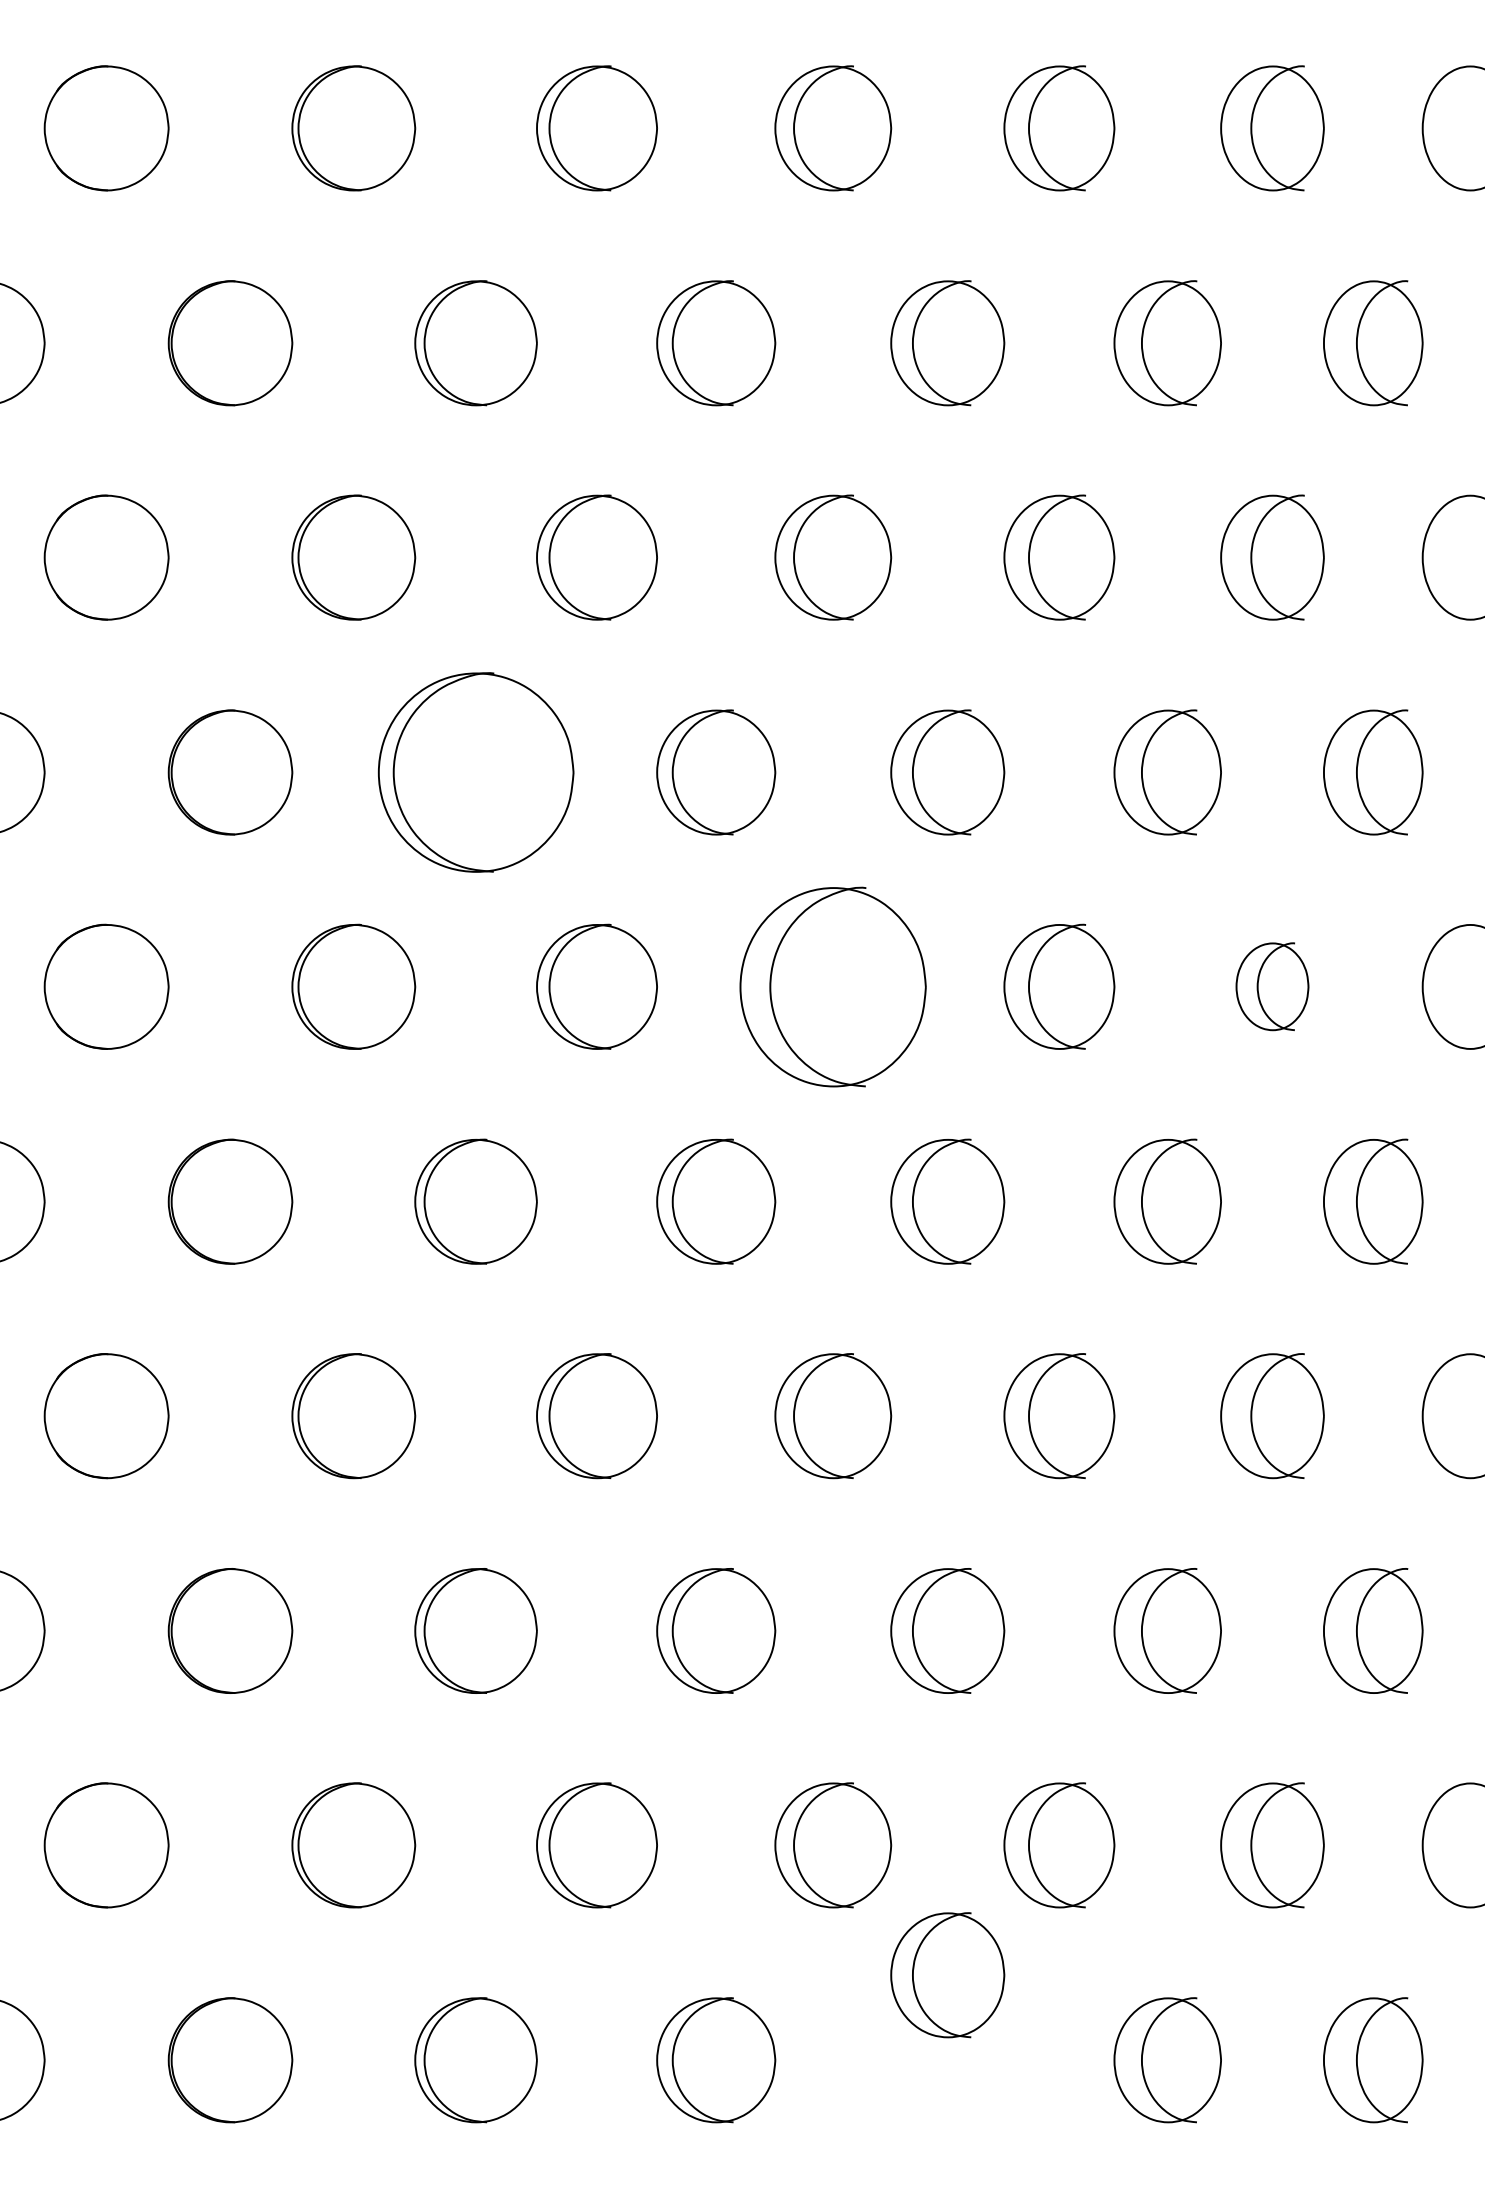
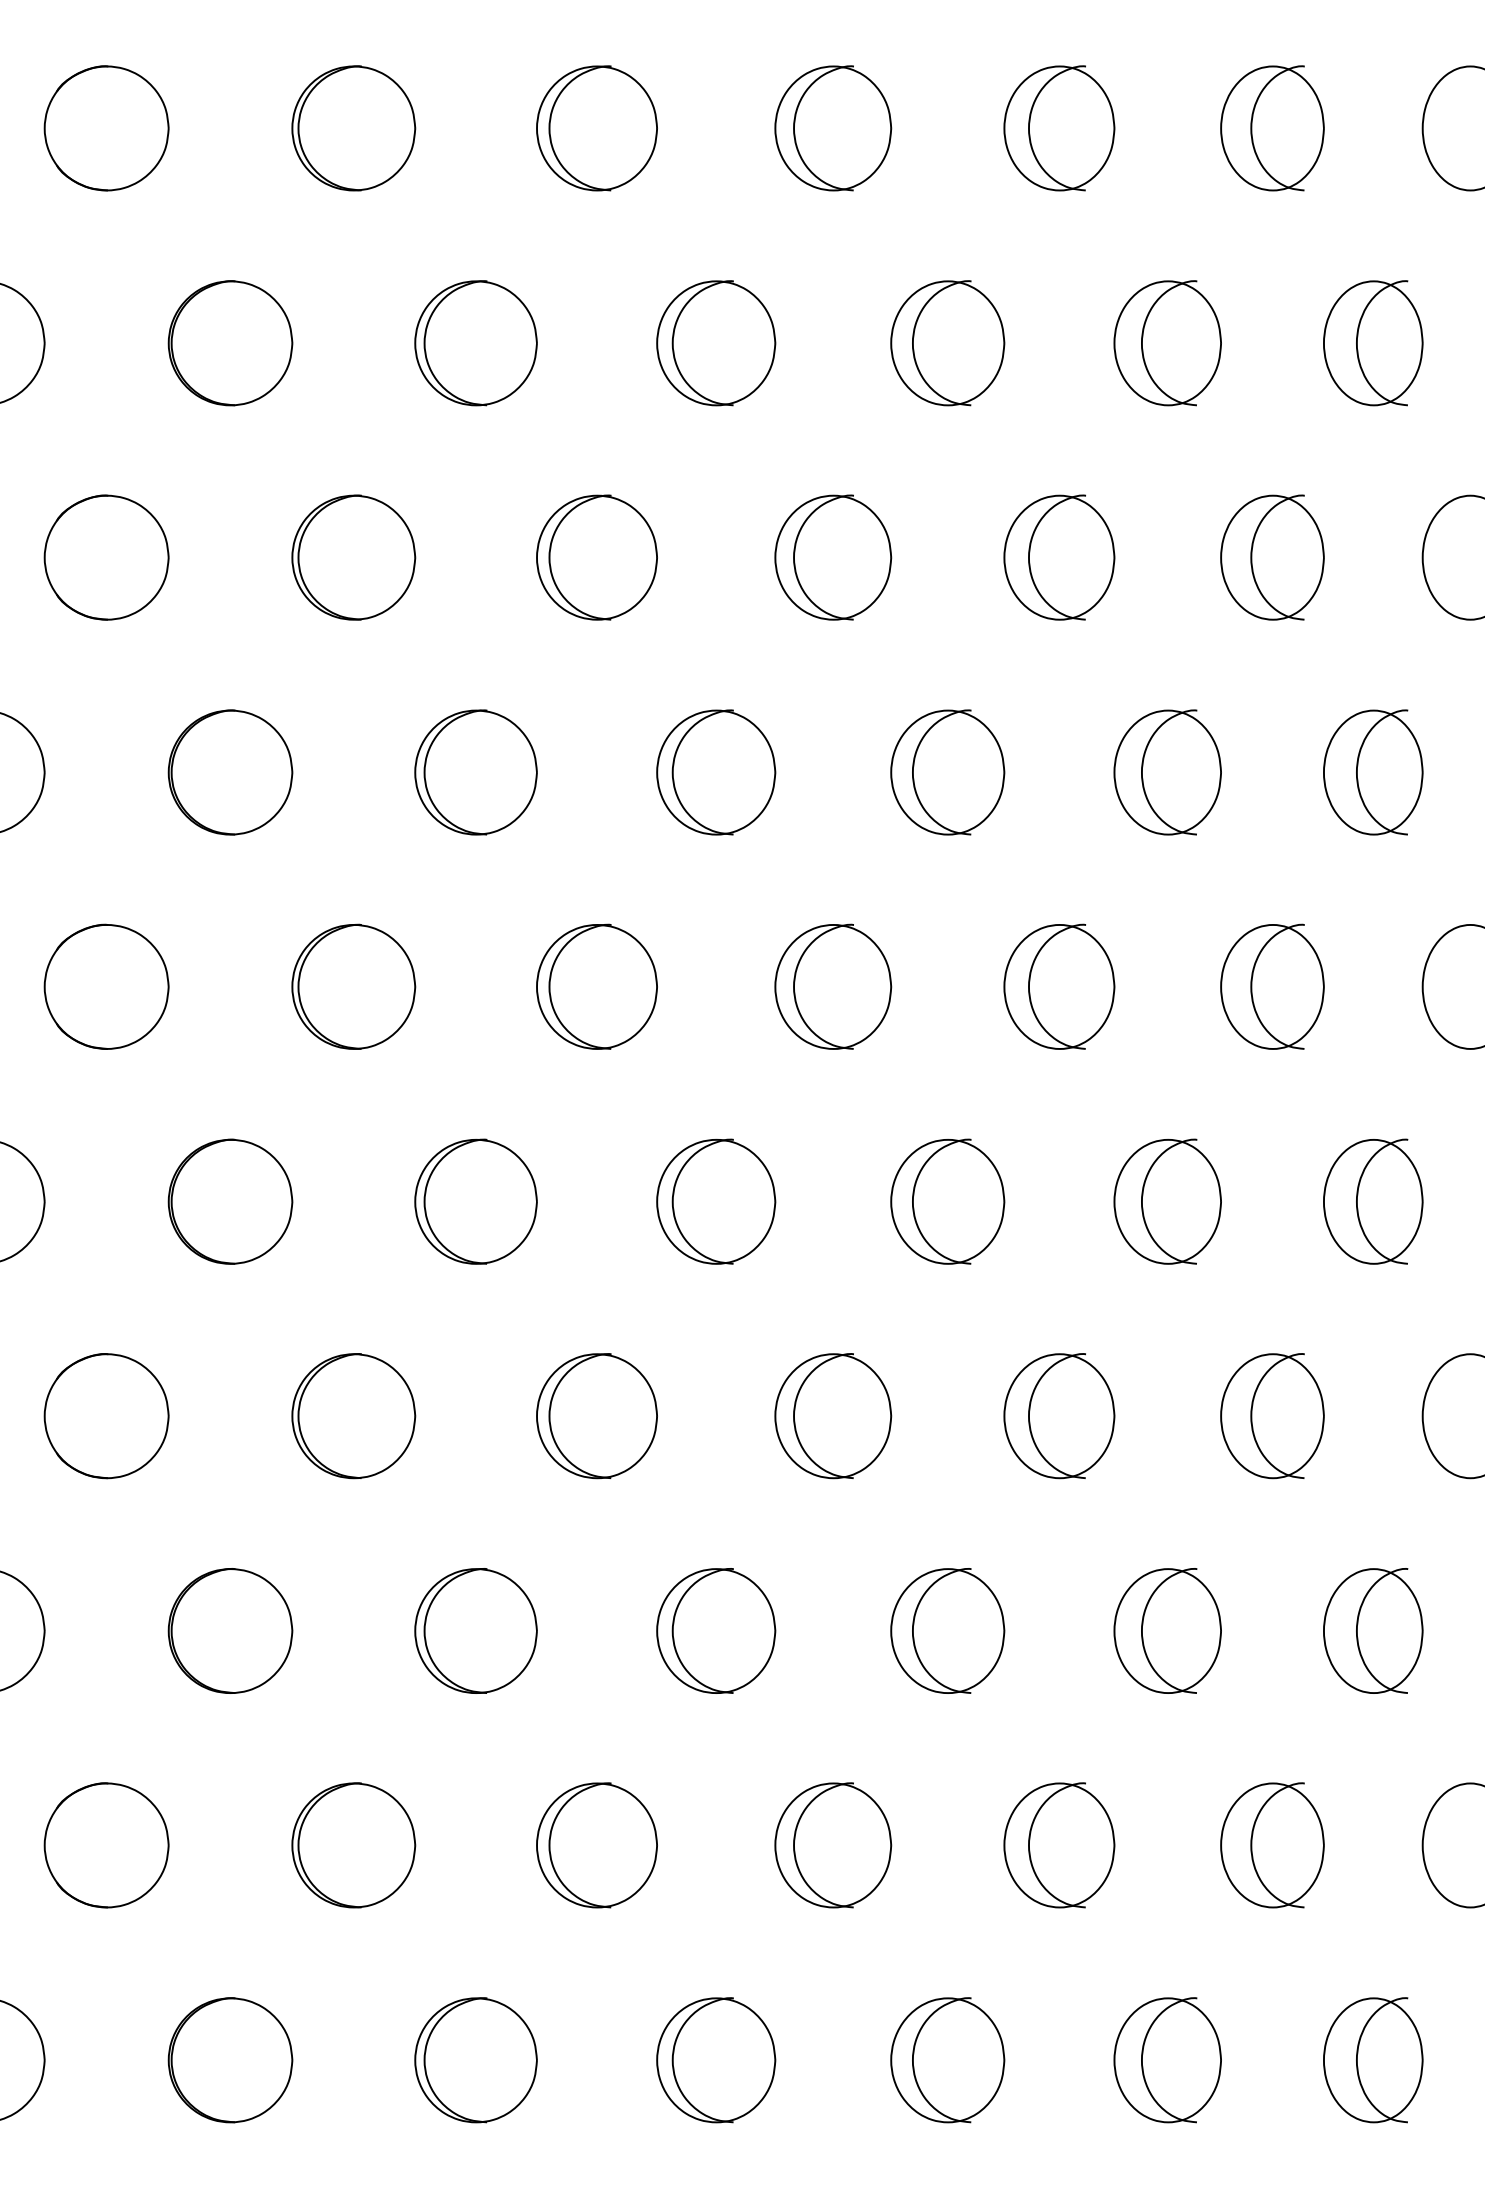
part at (475, 772) size: 198x201 px -> 124x127 px
part at (832, 986) size: 188x202 px -> 119x127 px
part at (1272, 986) size: 75x90 px -> 105x127 px
part at (947, 1975) position: (947, 1975) -> (947, 2060)
